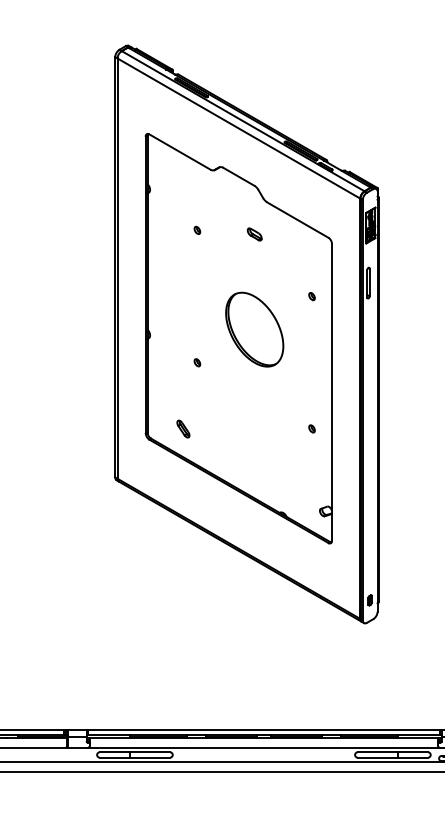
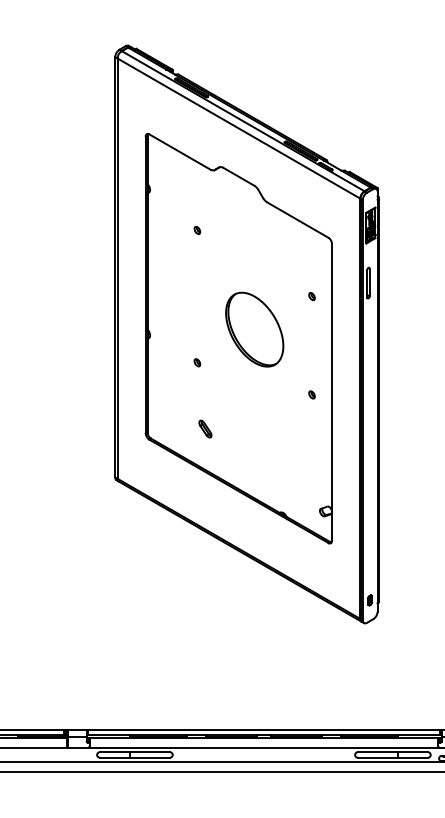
part at (254, 234): present -> none
part at (183, 428) position: (183, 428) -> (205, 428)
part at (311, 428) position: (311, 428) -> (311, 394)
